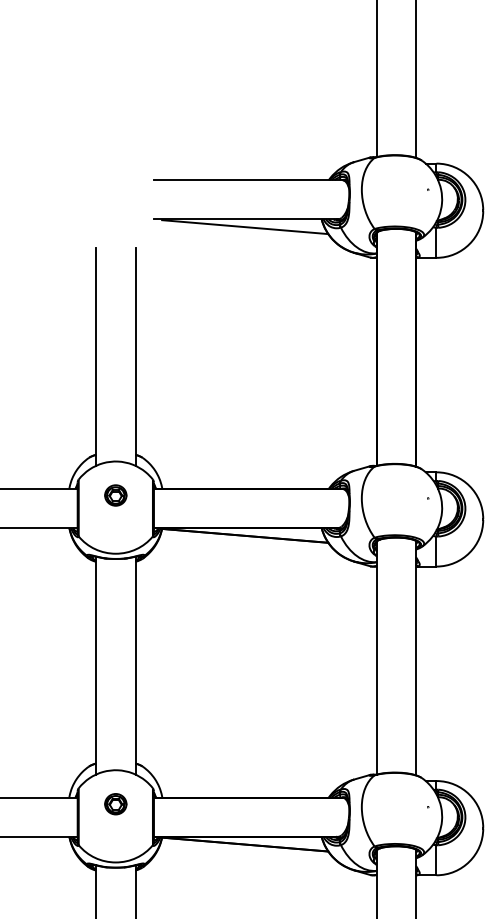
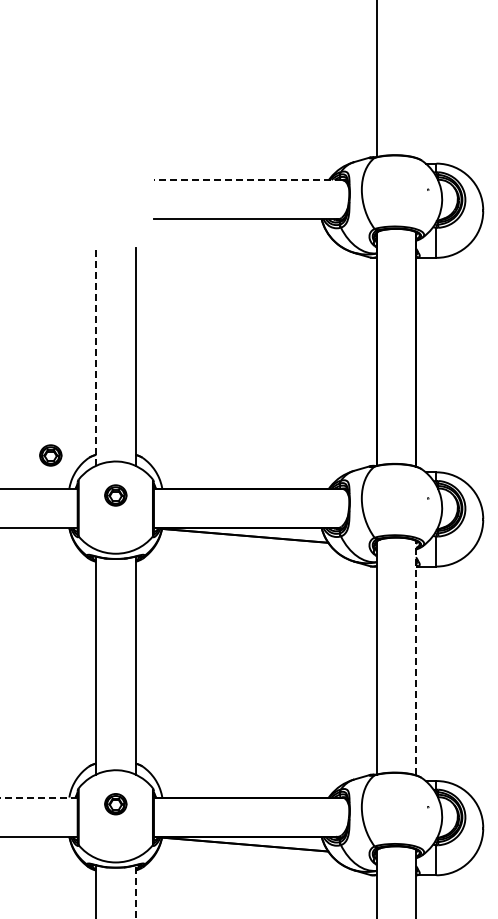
line at (416, 79): present -> none
line at (247, 180): solid -> dashed
line at (245, 227): present -> none
line at (96, 356): solid -> dashed
part at (50, 455): none -> present
line at (416, 657): solid -> dashed
line at (38, 797): solid -> dashed
line at (135, 891): solid -> dashed
